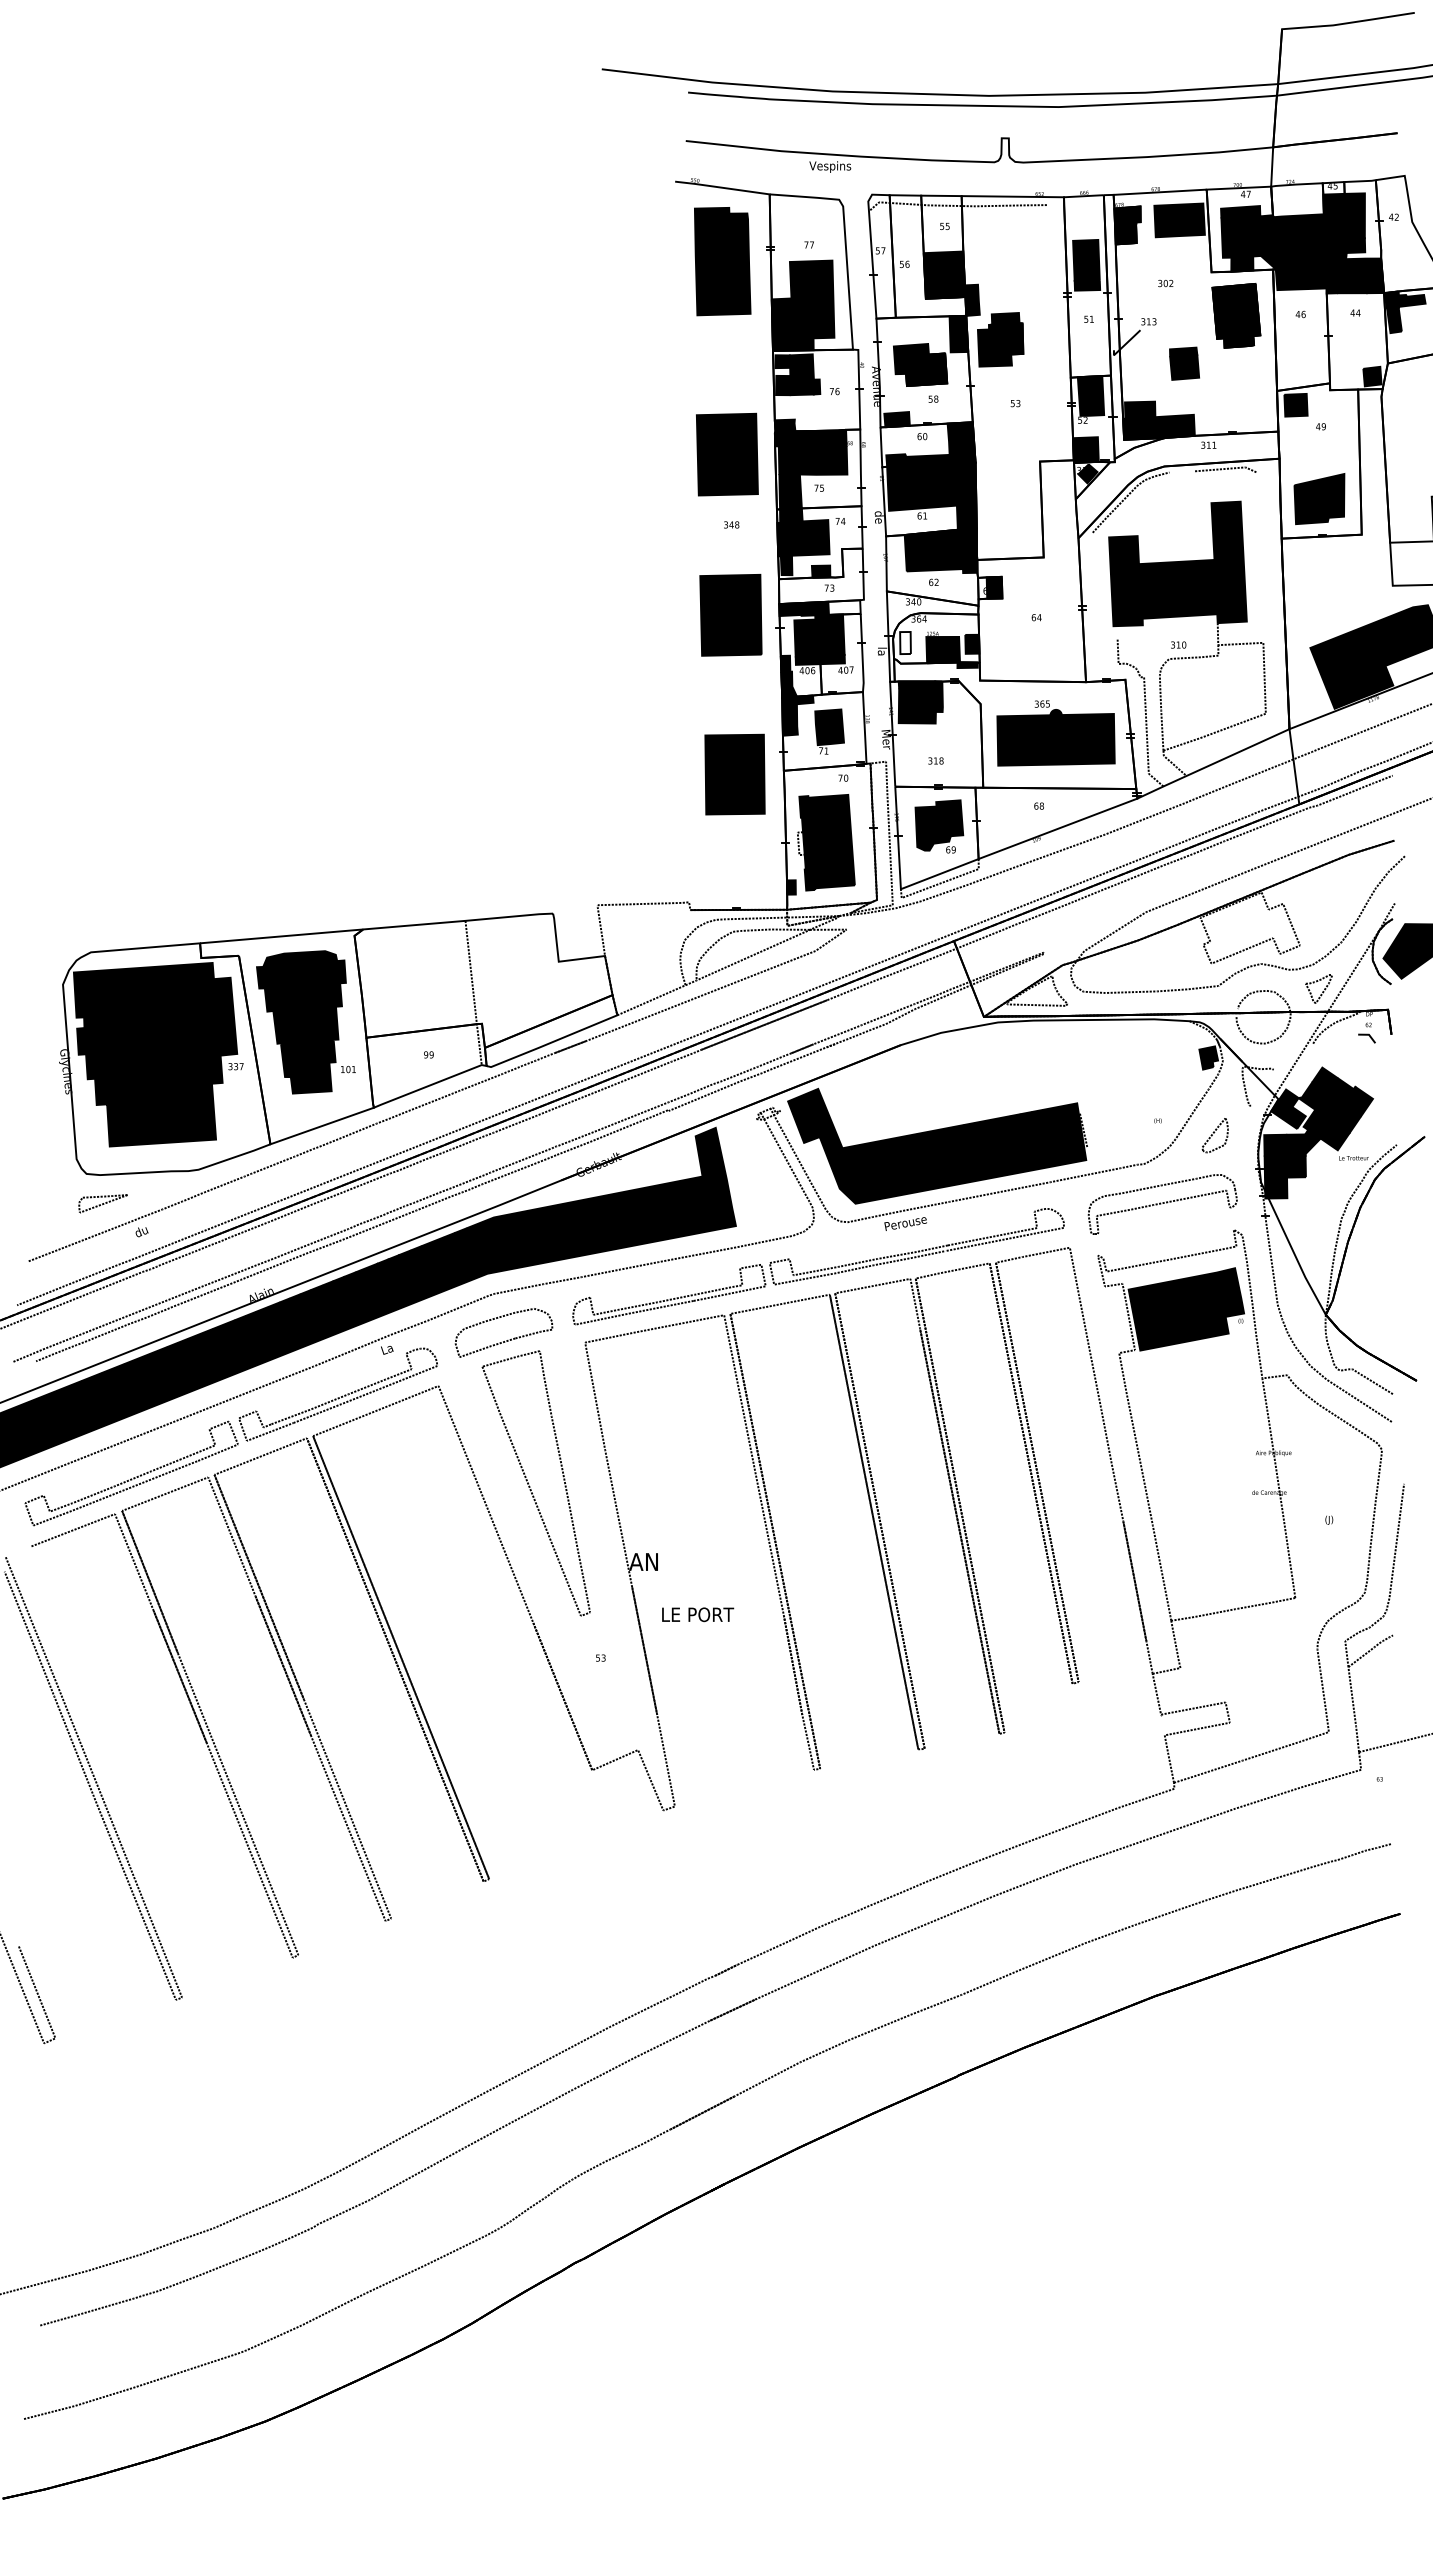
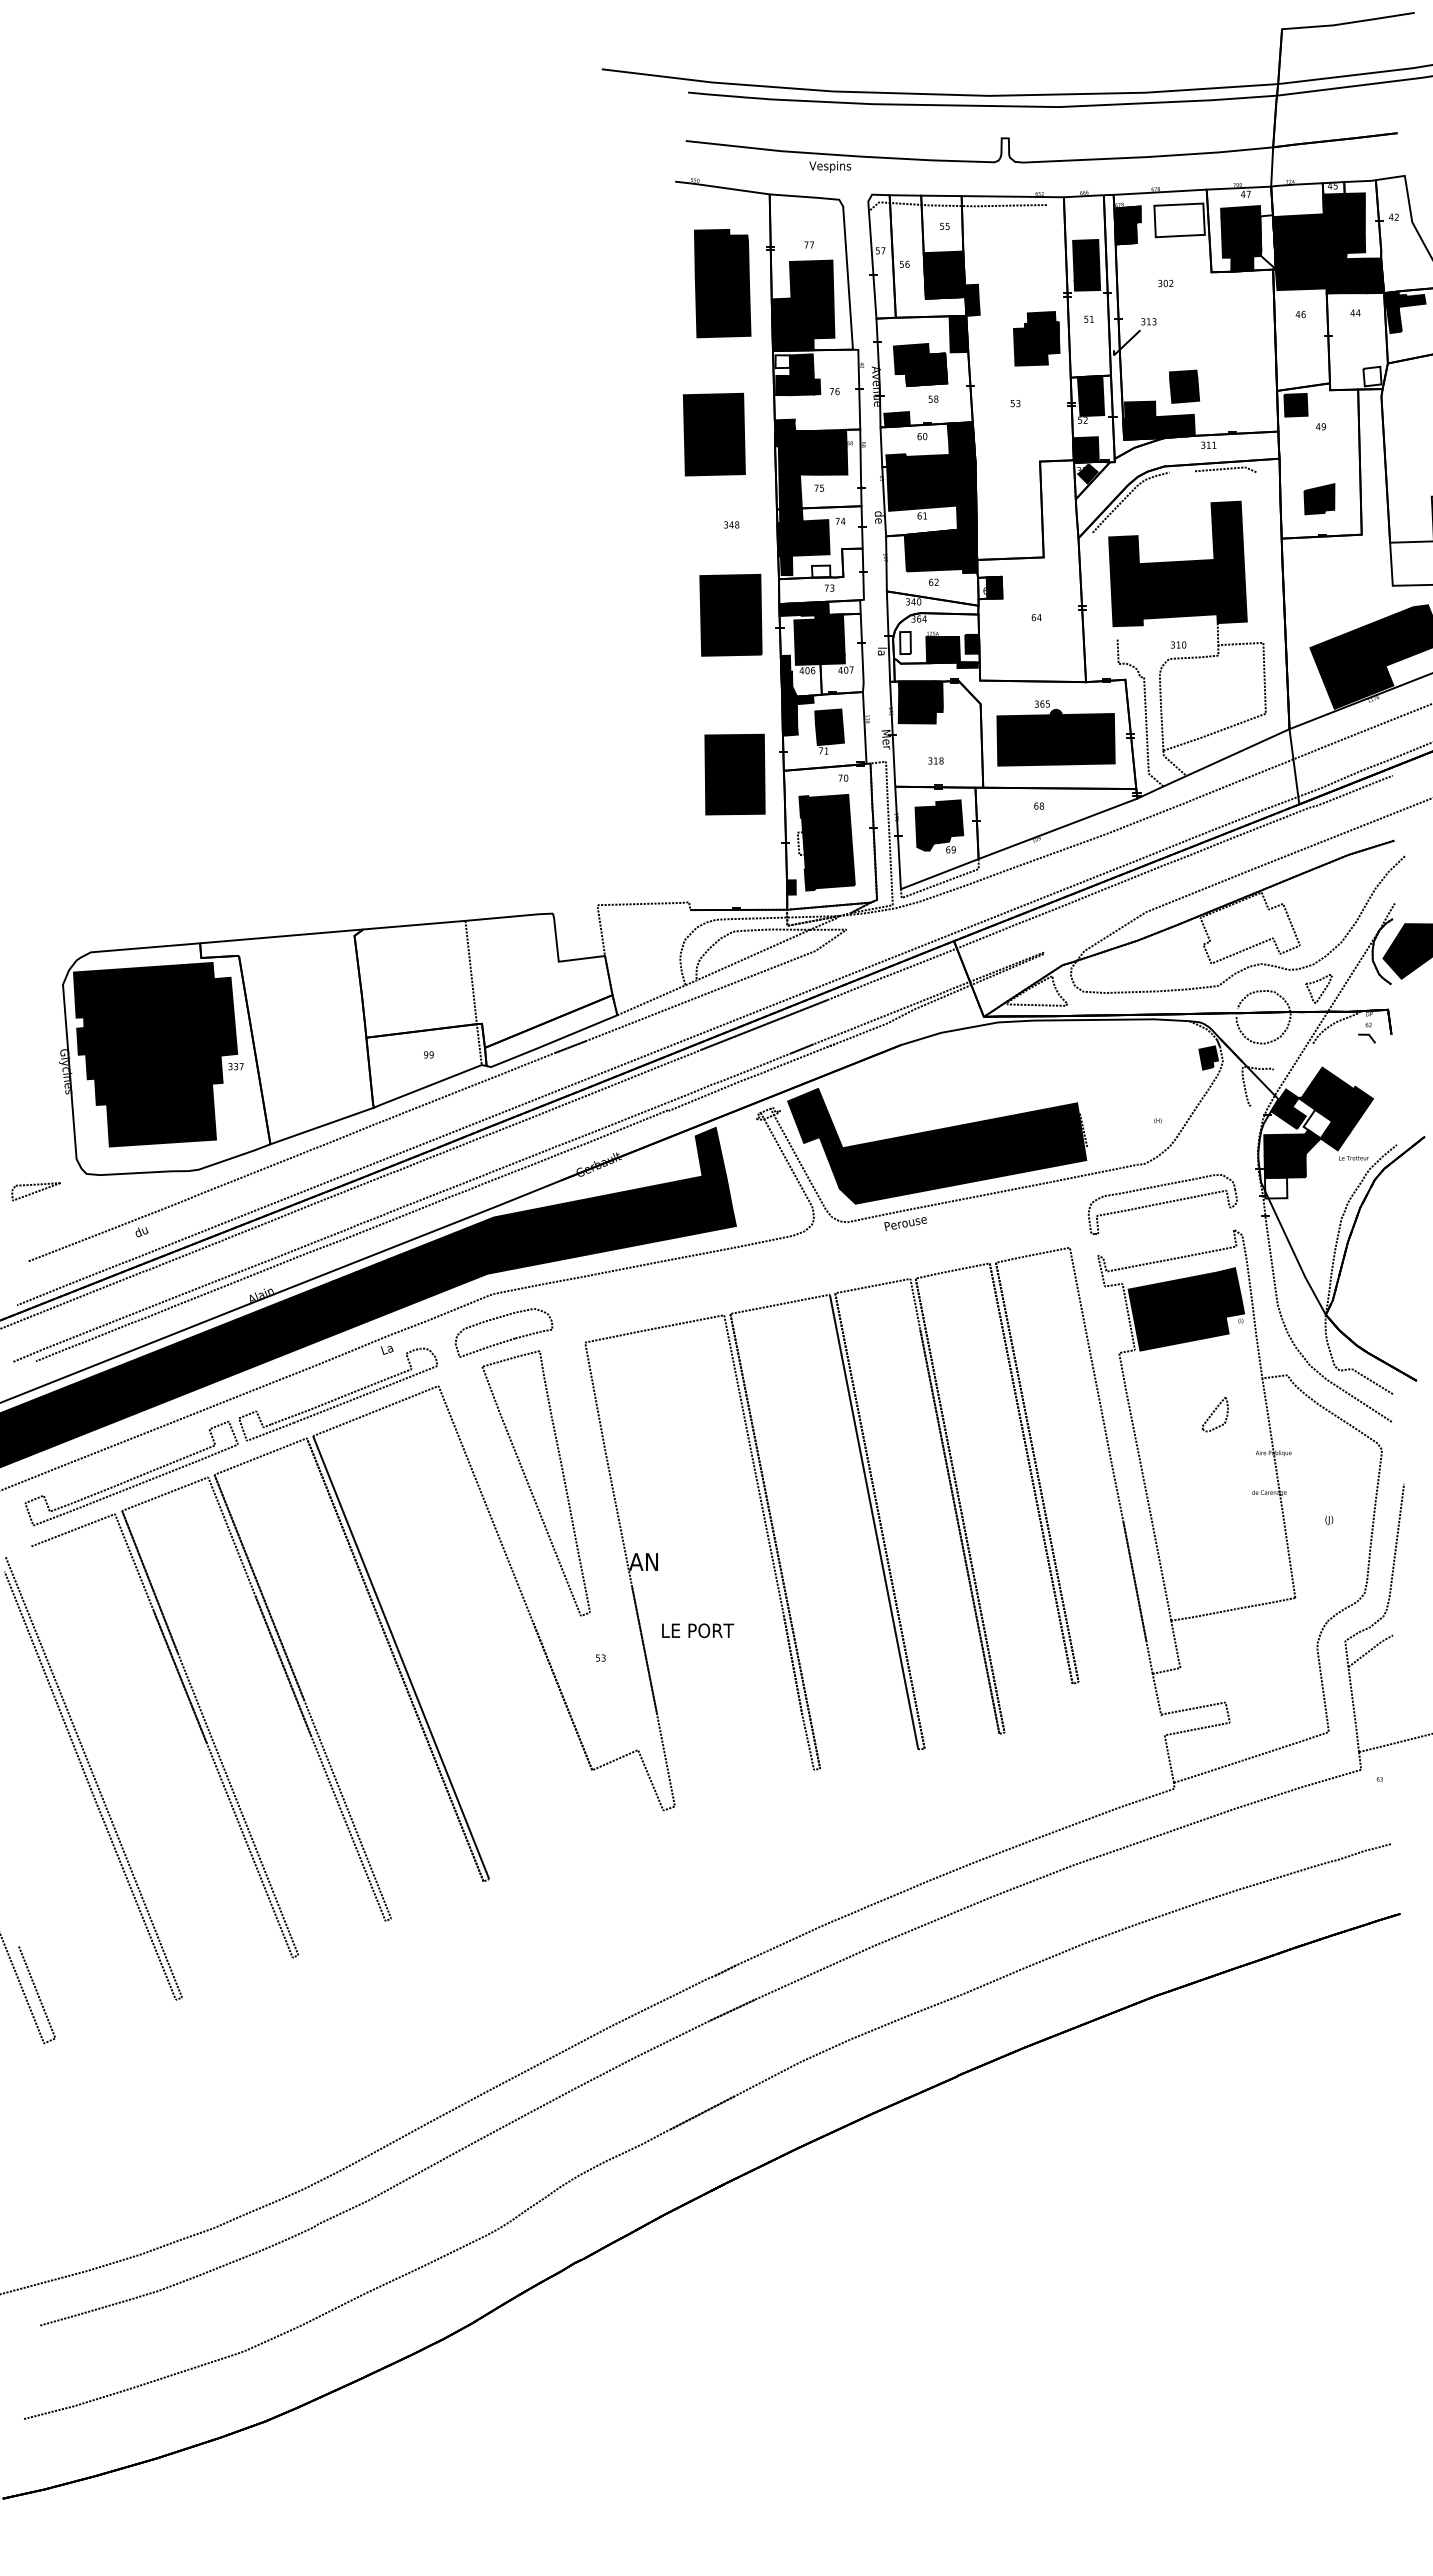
fill at (1179, 220): present -> none
fill at (1267, 242): present -> none
part at (722, 261) position: (722, 261) -> (722, 283)
part at (1236, 315): present -> none
part at (1000, 339) position: (1000, 339) -> (1036, 338)
fill at (782, 361): present -> none
part at (1184, 363) position: (1184, 363) -> (1184, 386)
fill at (1372, 376): present -> none
part at (727, 454) position: (727, 454) -> (714, 434)
part at (1319, 499) size: 53x53 px -> 33x33 px
fill at (820, 571): present -> none
part at (305, 1022): present -> none
fill at (1317, 1123): present -> none
part at (1214, 1135) position: (1214, 1135) -> (1214, 1414)
fill at (1275, 1187): present -> none
part at (102, 1203) position: (102, 1203) -> (35, 1191)
part at (818, 1266): present -> none
text at (698, 1614) position: (698, 1614) -> (698, 1630)
